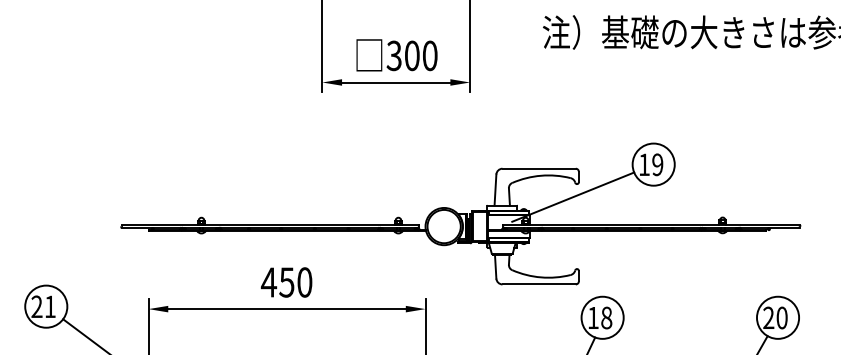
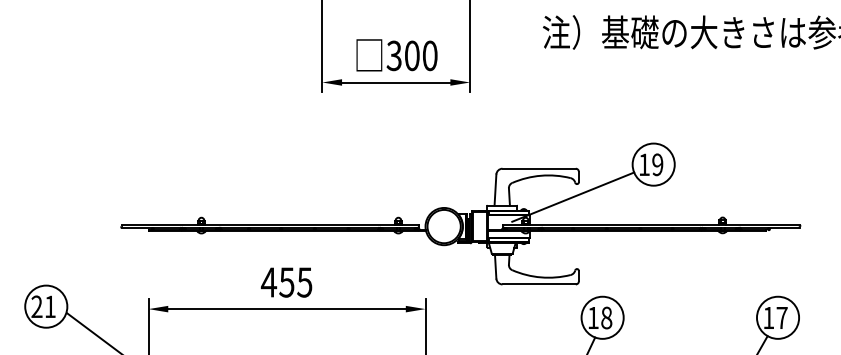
text at (304, 282): 450 -> 455
text at (775, 317): 20 -> 17
line at (84, 335) position: (84, 335) -> (92, 332)
